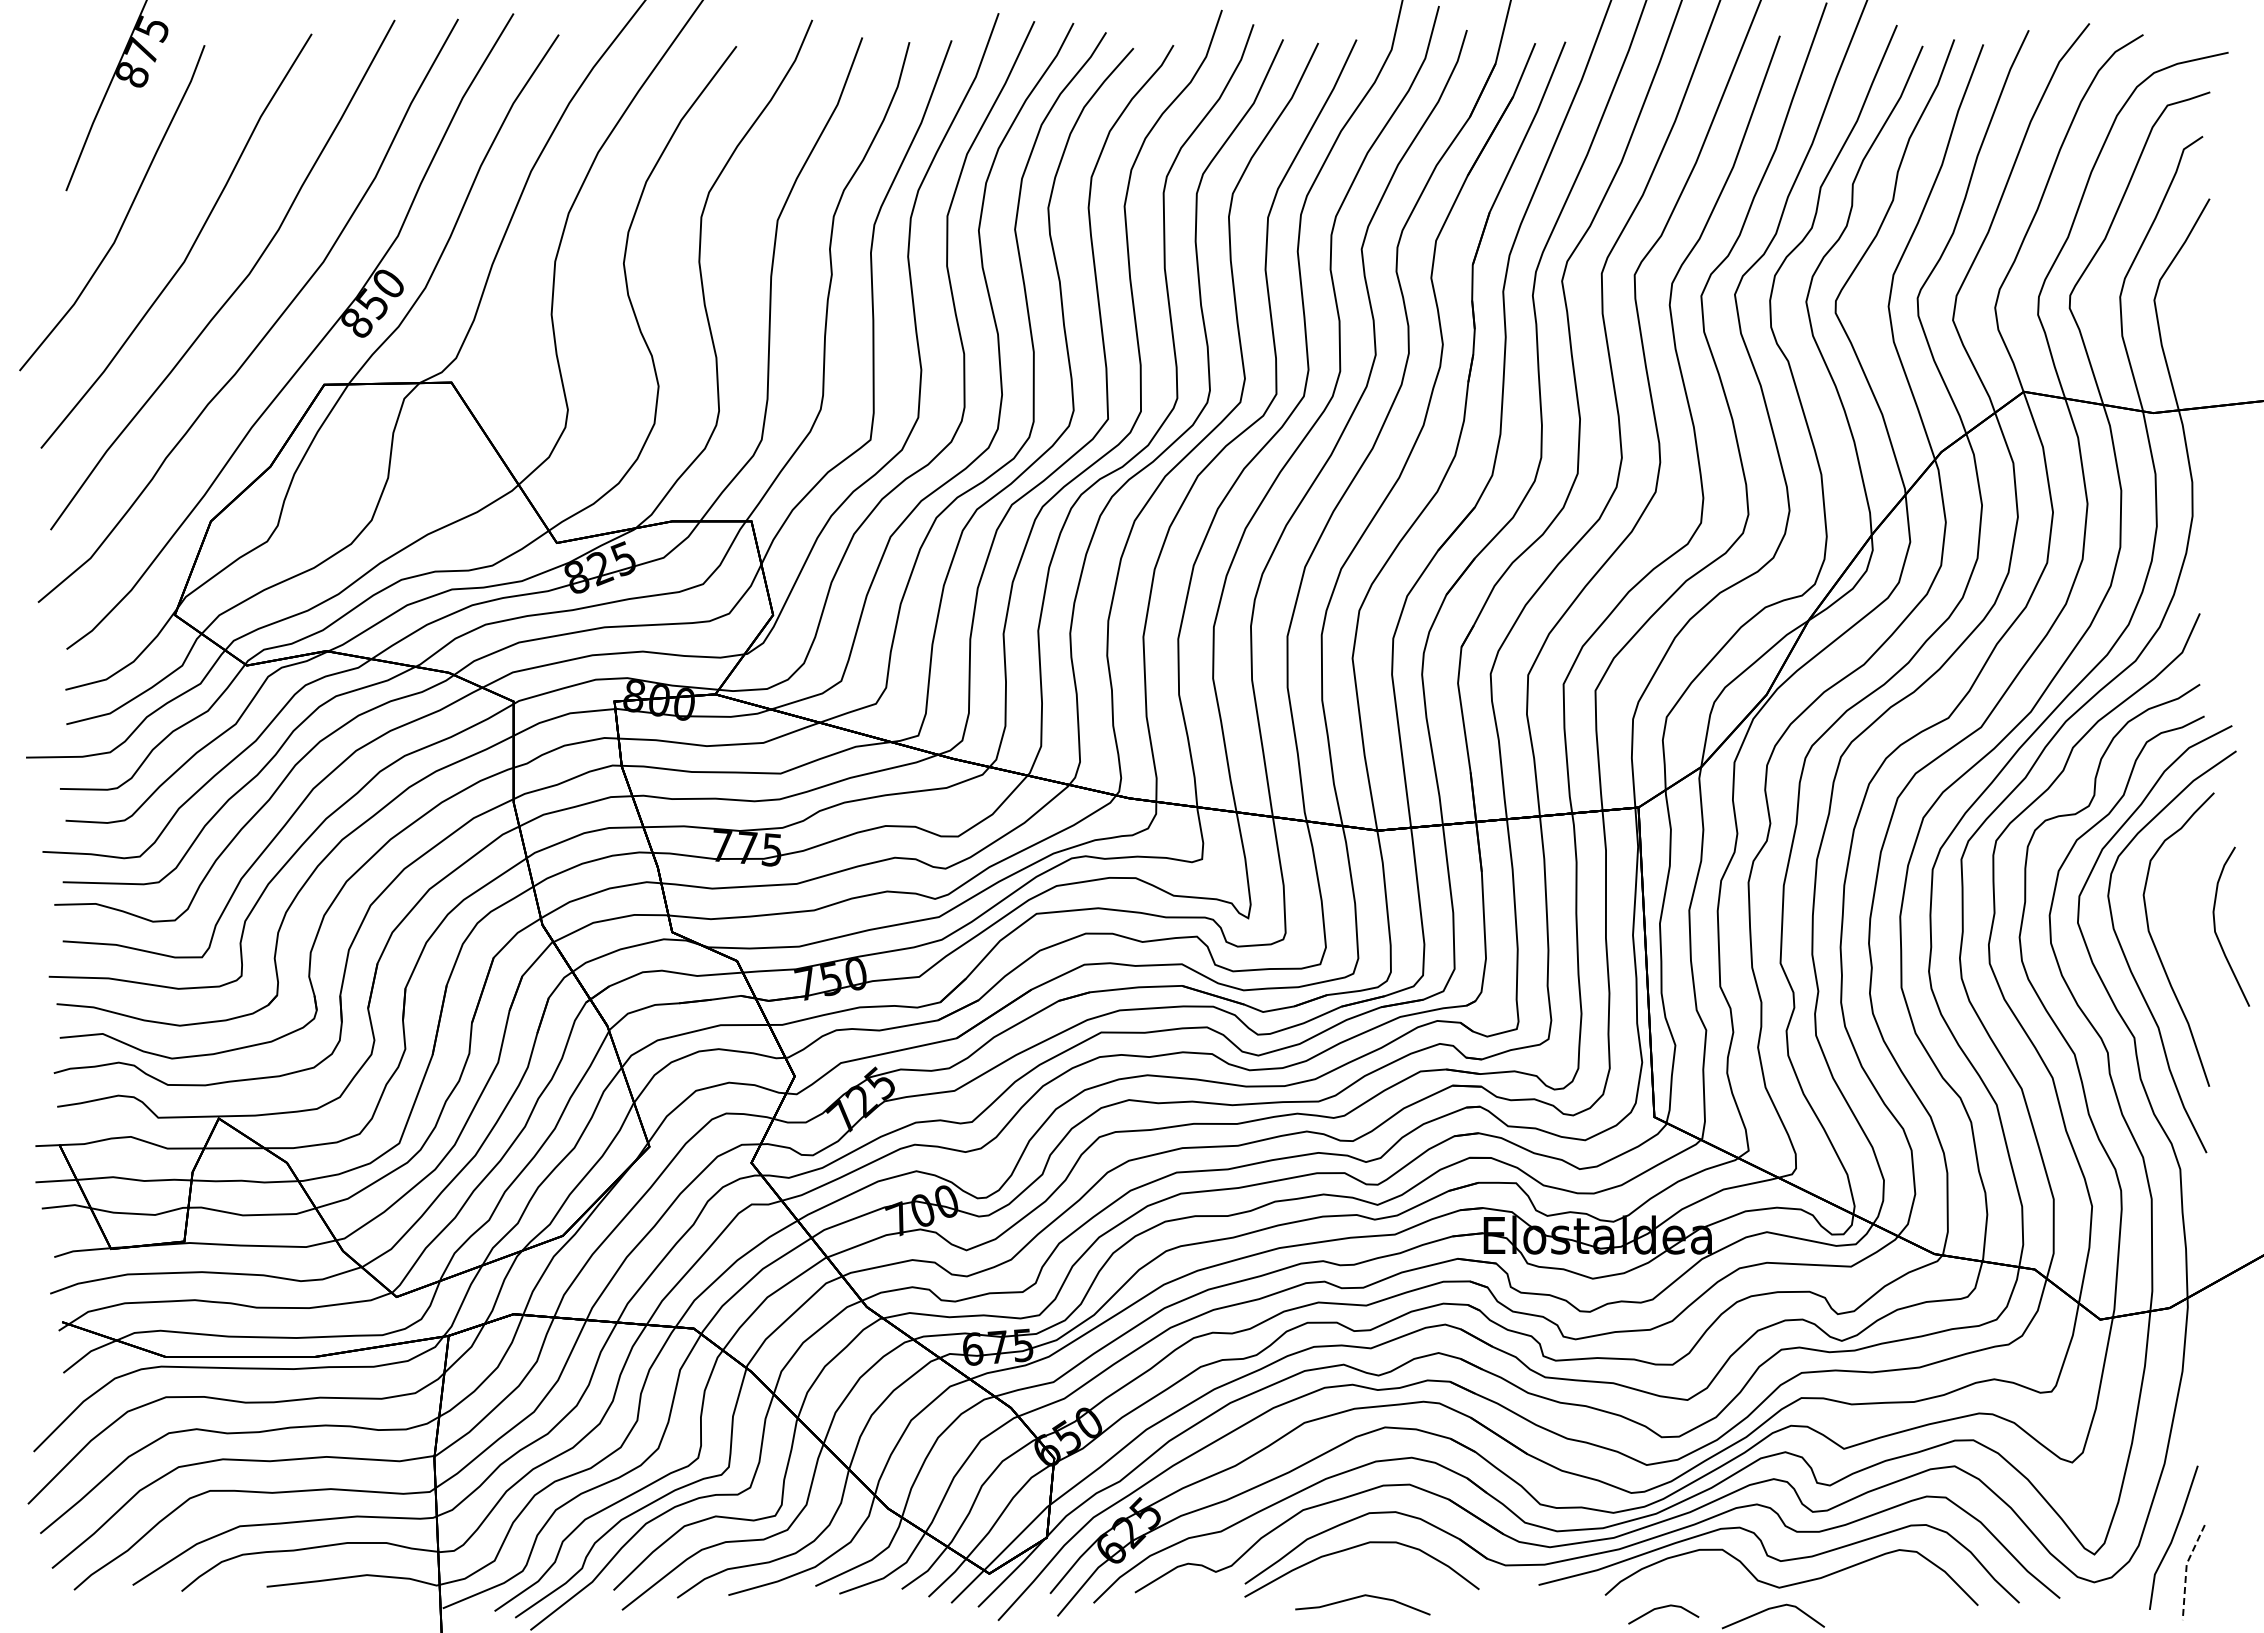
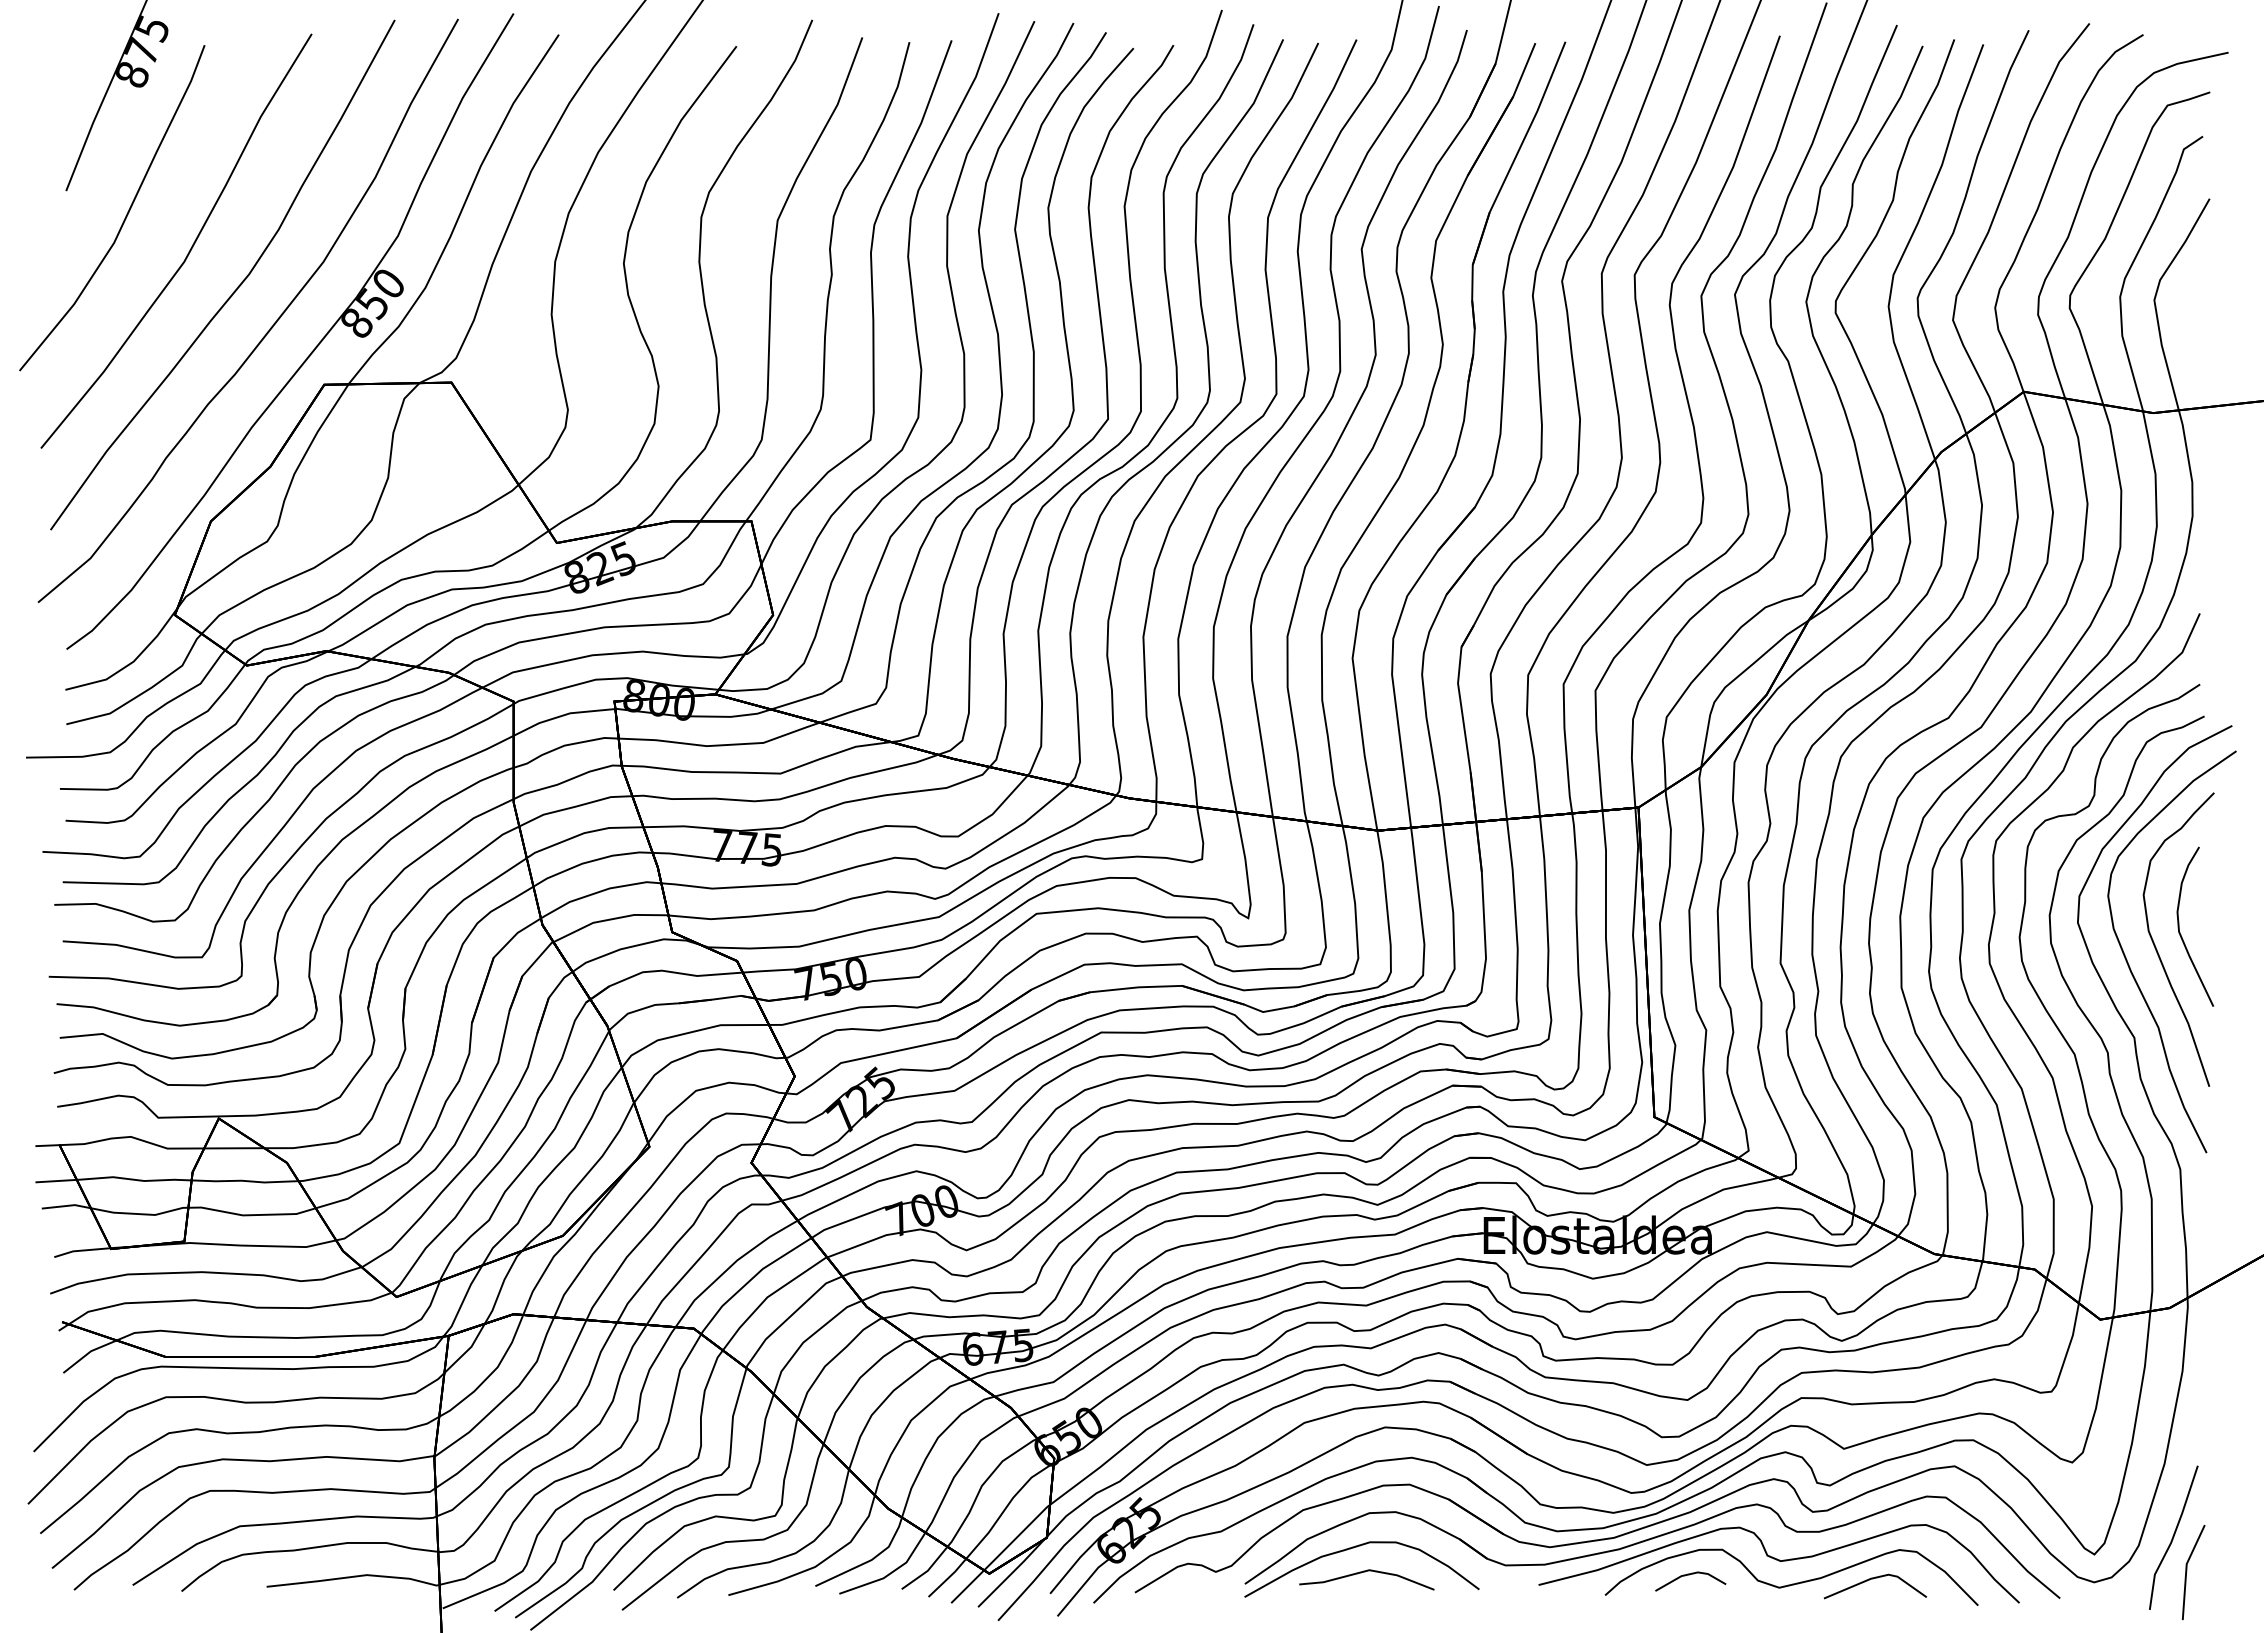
curve at (2215, 926) position: (2215, 926) -> (2179, 926)
line at (2186, 1570): dashed -> solid
line at (1361, 1597) position: (1361, 1597) -> (1365, 1572)
line at (1662, 1608) position: (1662, 1608) -> (1689, 1575)
line at (1771, 1609) position: (1771, 1609) -> (1873, 1579)
